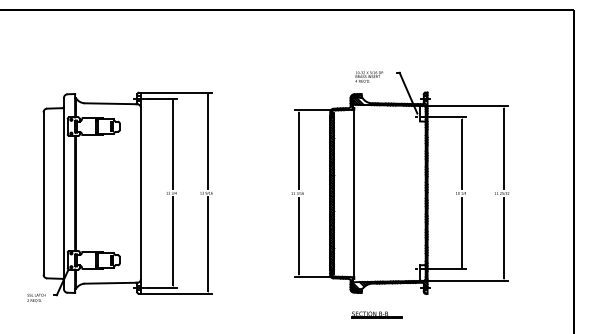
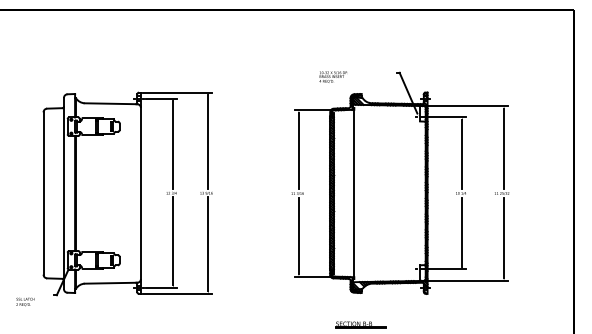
text at (369, 76) position: (369, 76) -> (333, 76)
text at (36, 297) position: (36, 297) -> (25, 301)
part at (376, 314) position: (376, 314) -> (360, 324)
